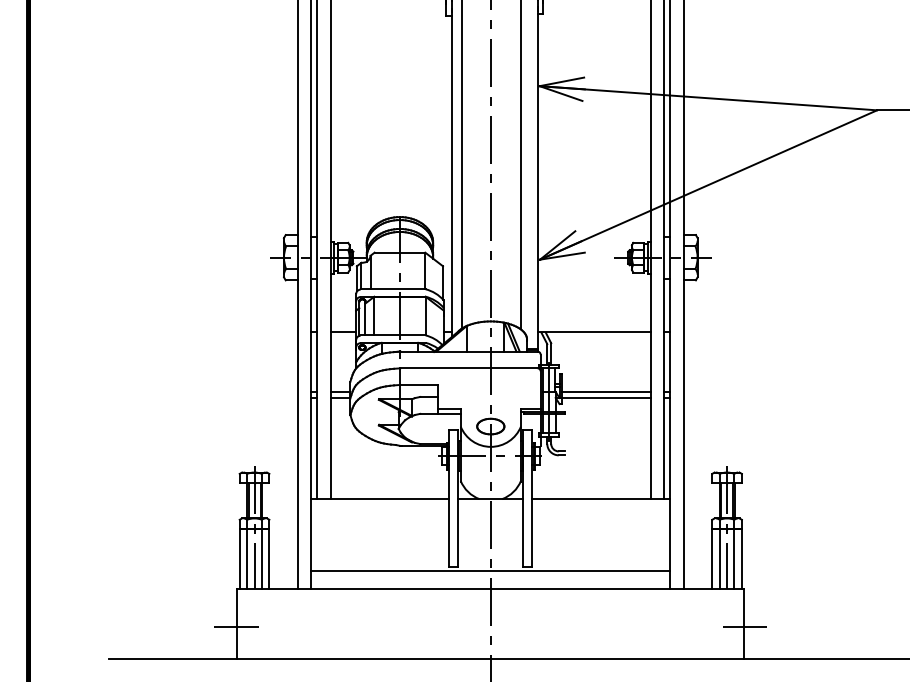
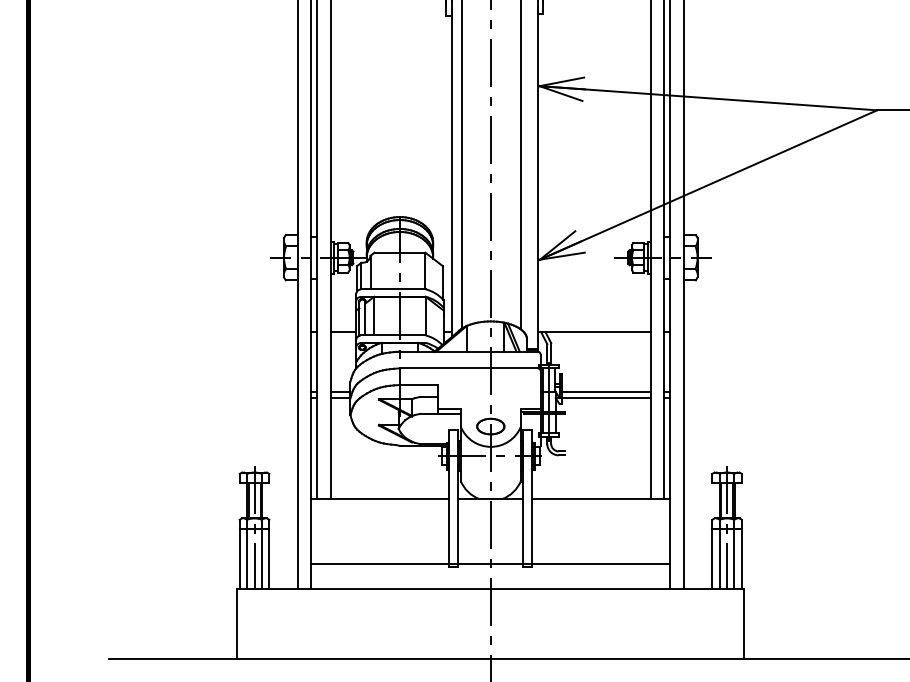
line at (490, 571) position: (490, 571) -> (490, 564)
line at (236, 626): present -> none
line at (744, 626): present -> none
